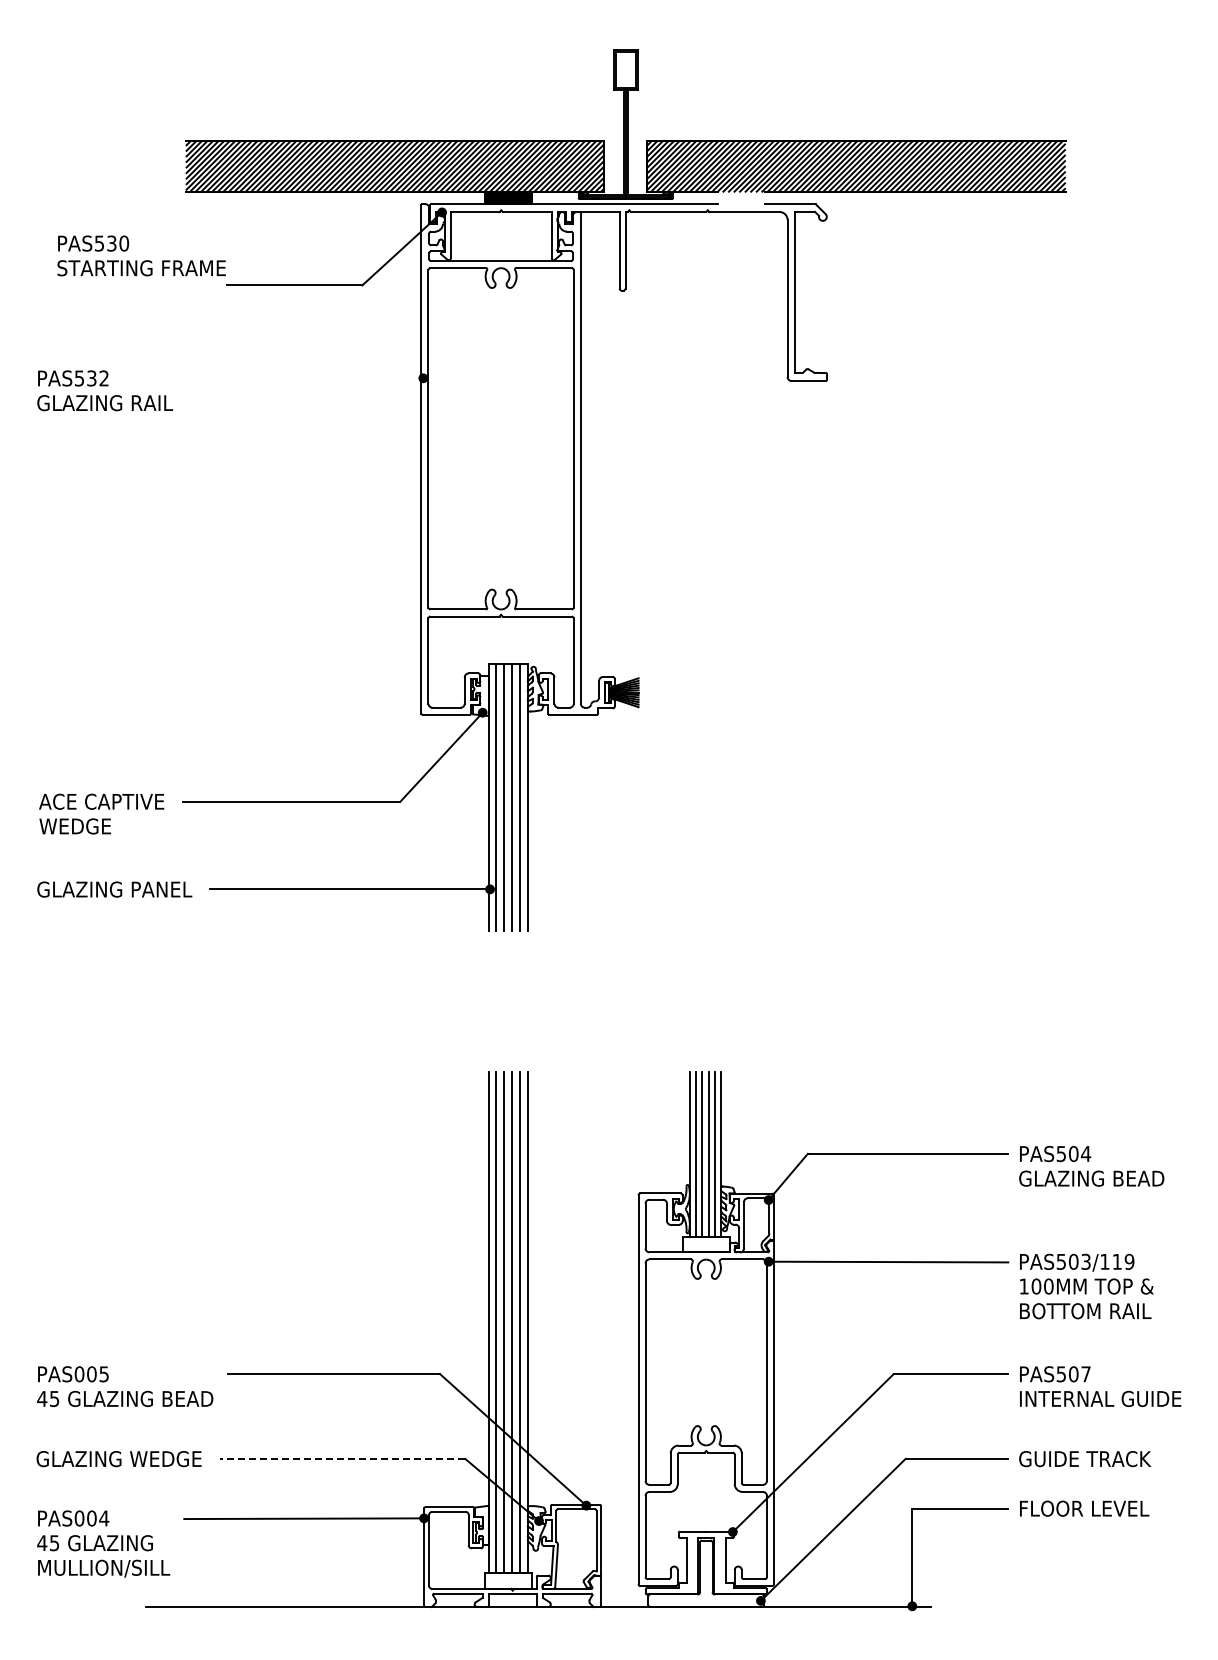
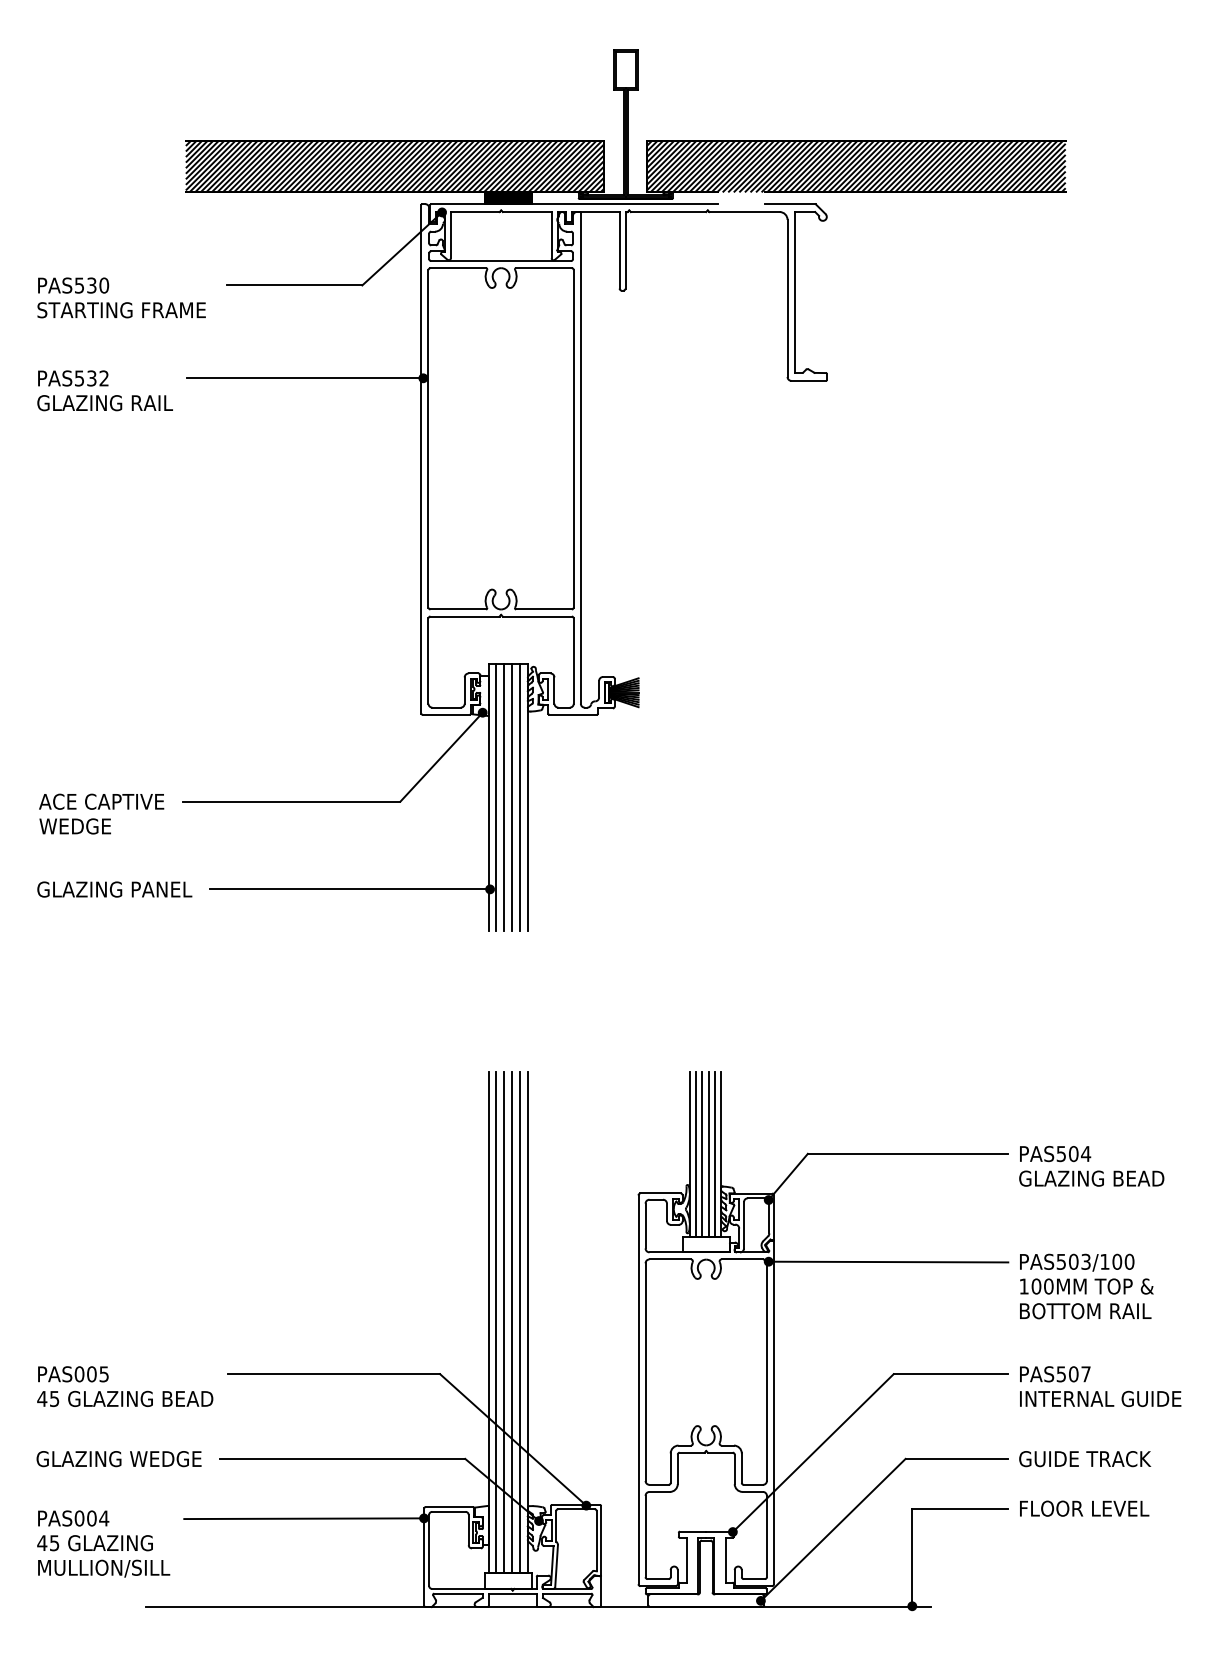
text at (141, 255) position: (141, 255) -> (121, 297)
line at (304, 378): none -> present
text at (1123, 1261): PAS503/119 -> PAS503/100
line at (342, 1458): dashed -> solid
